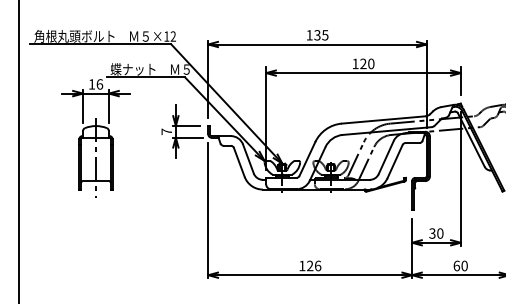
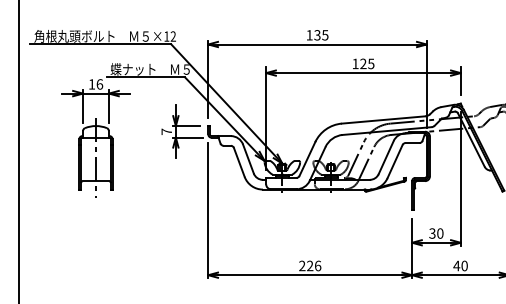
text at (371, 63): 120 -> 125
text at (302, 265): 126 -> 226
text at (456, 265): 60 -> 40
